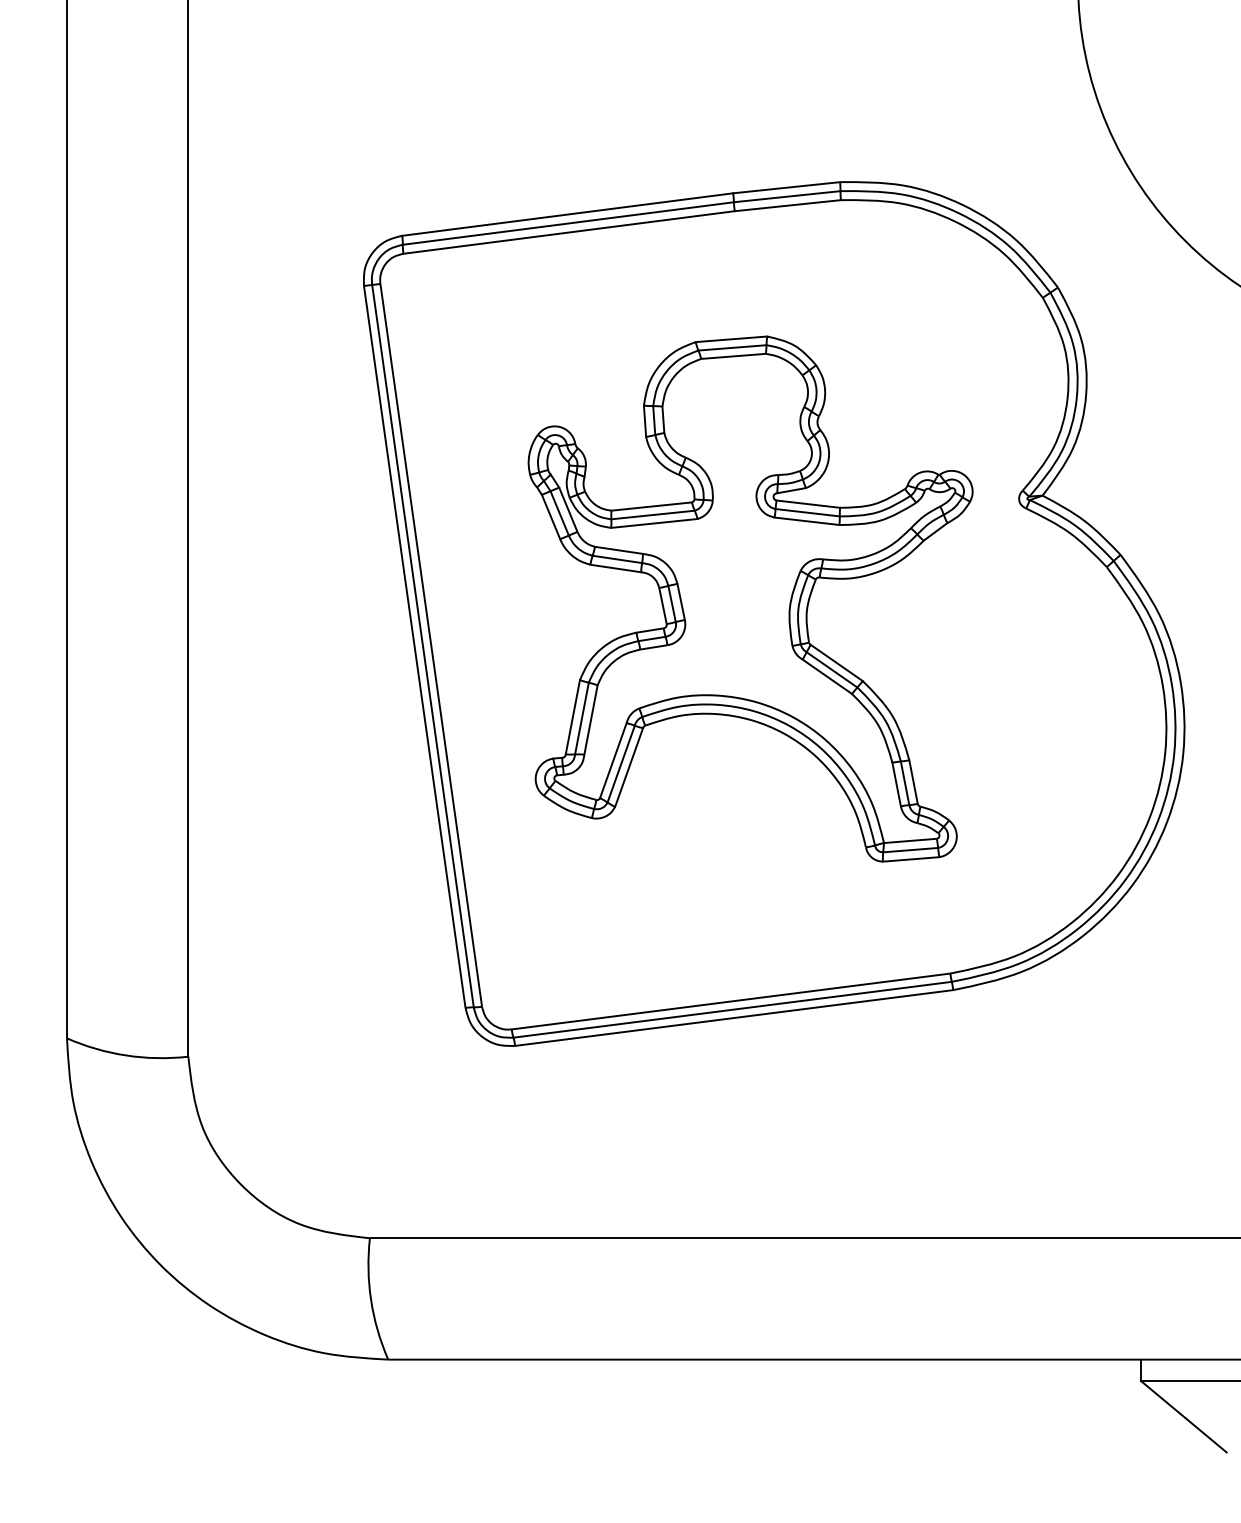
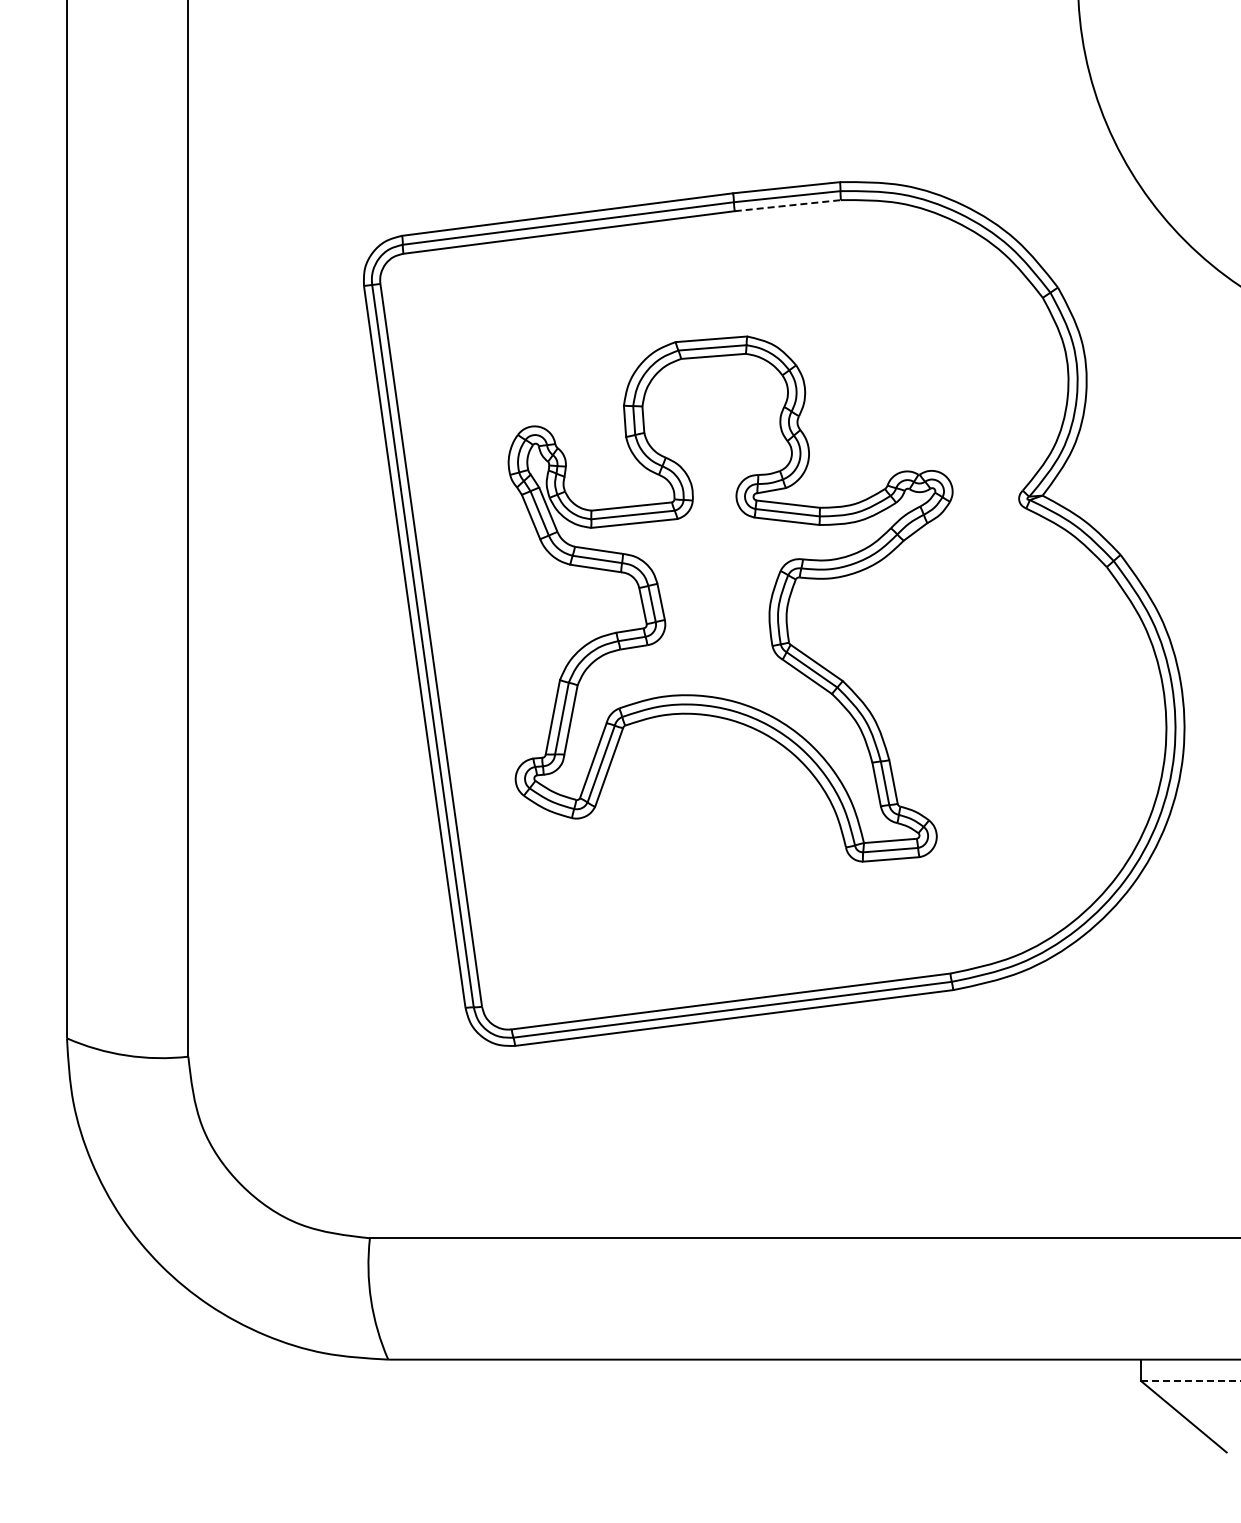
line at (788, 205): solid -> dashed
part at (750, 598) position: (750, 598) -> (730, 598)
line at (1190, 1381): solid -> dashed
